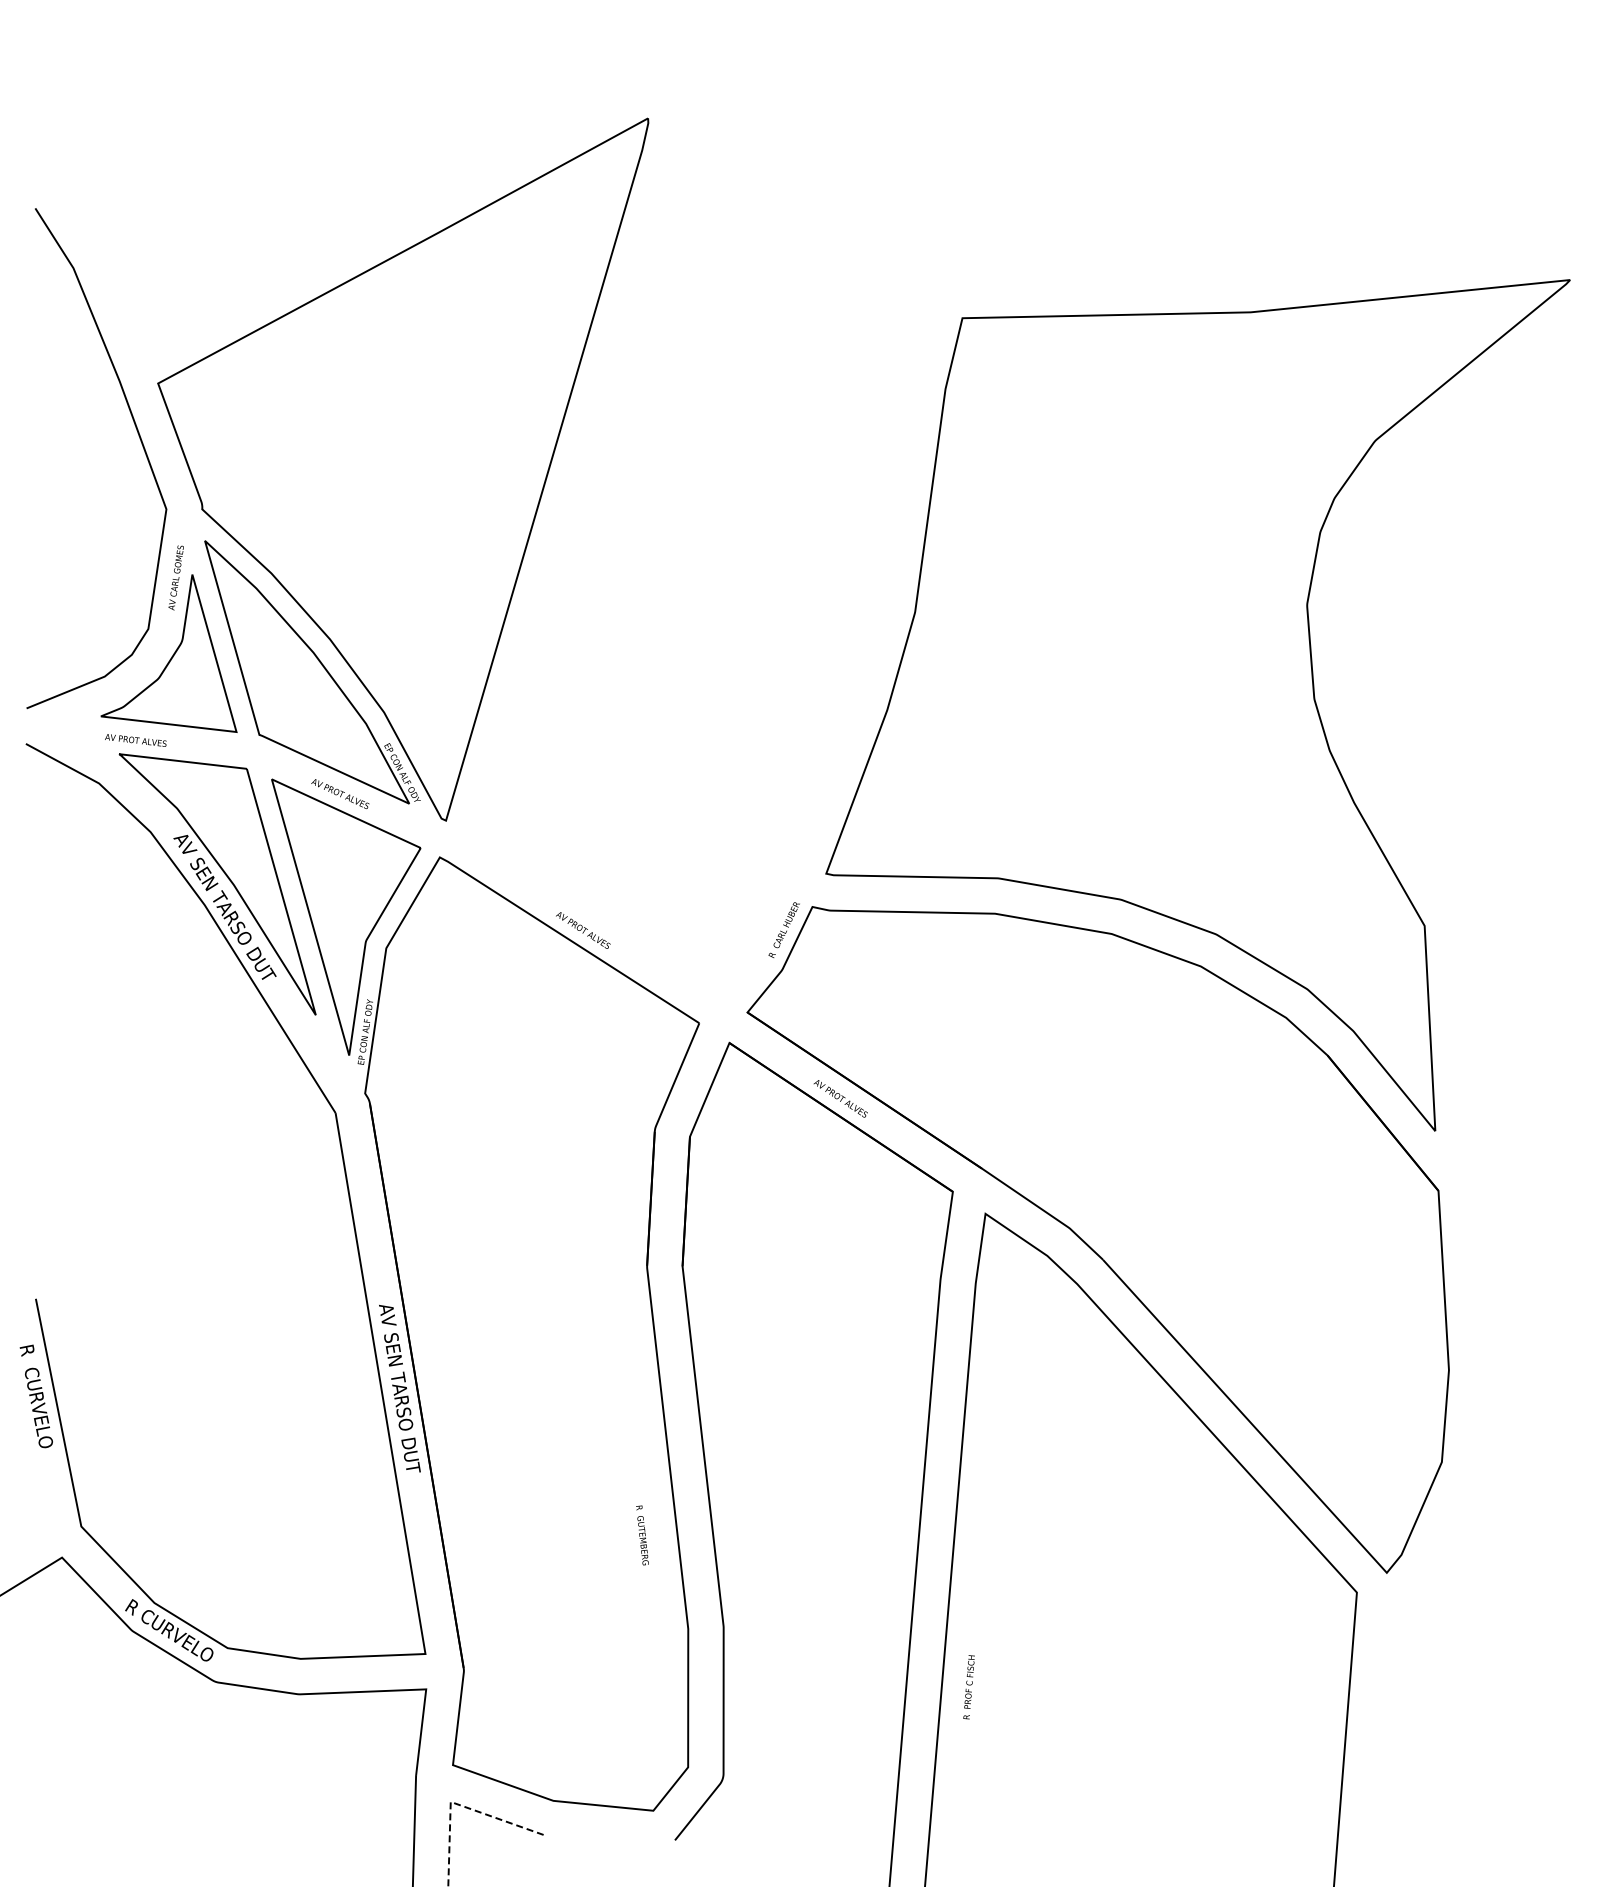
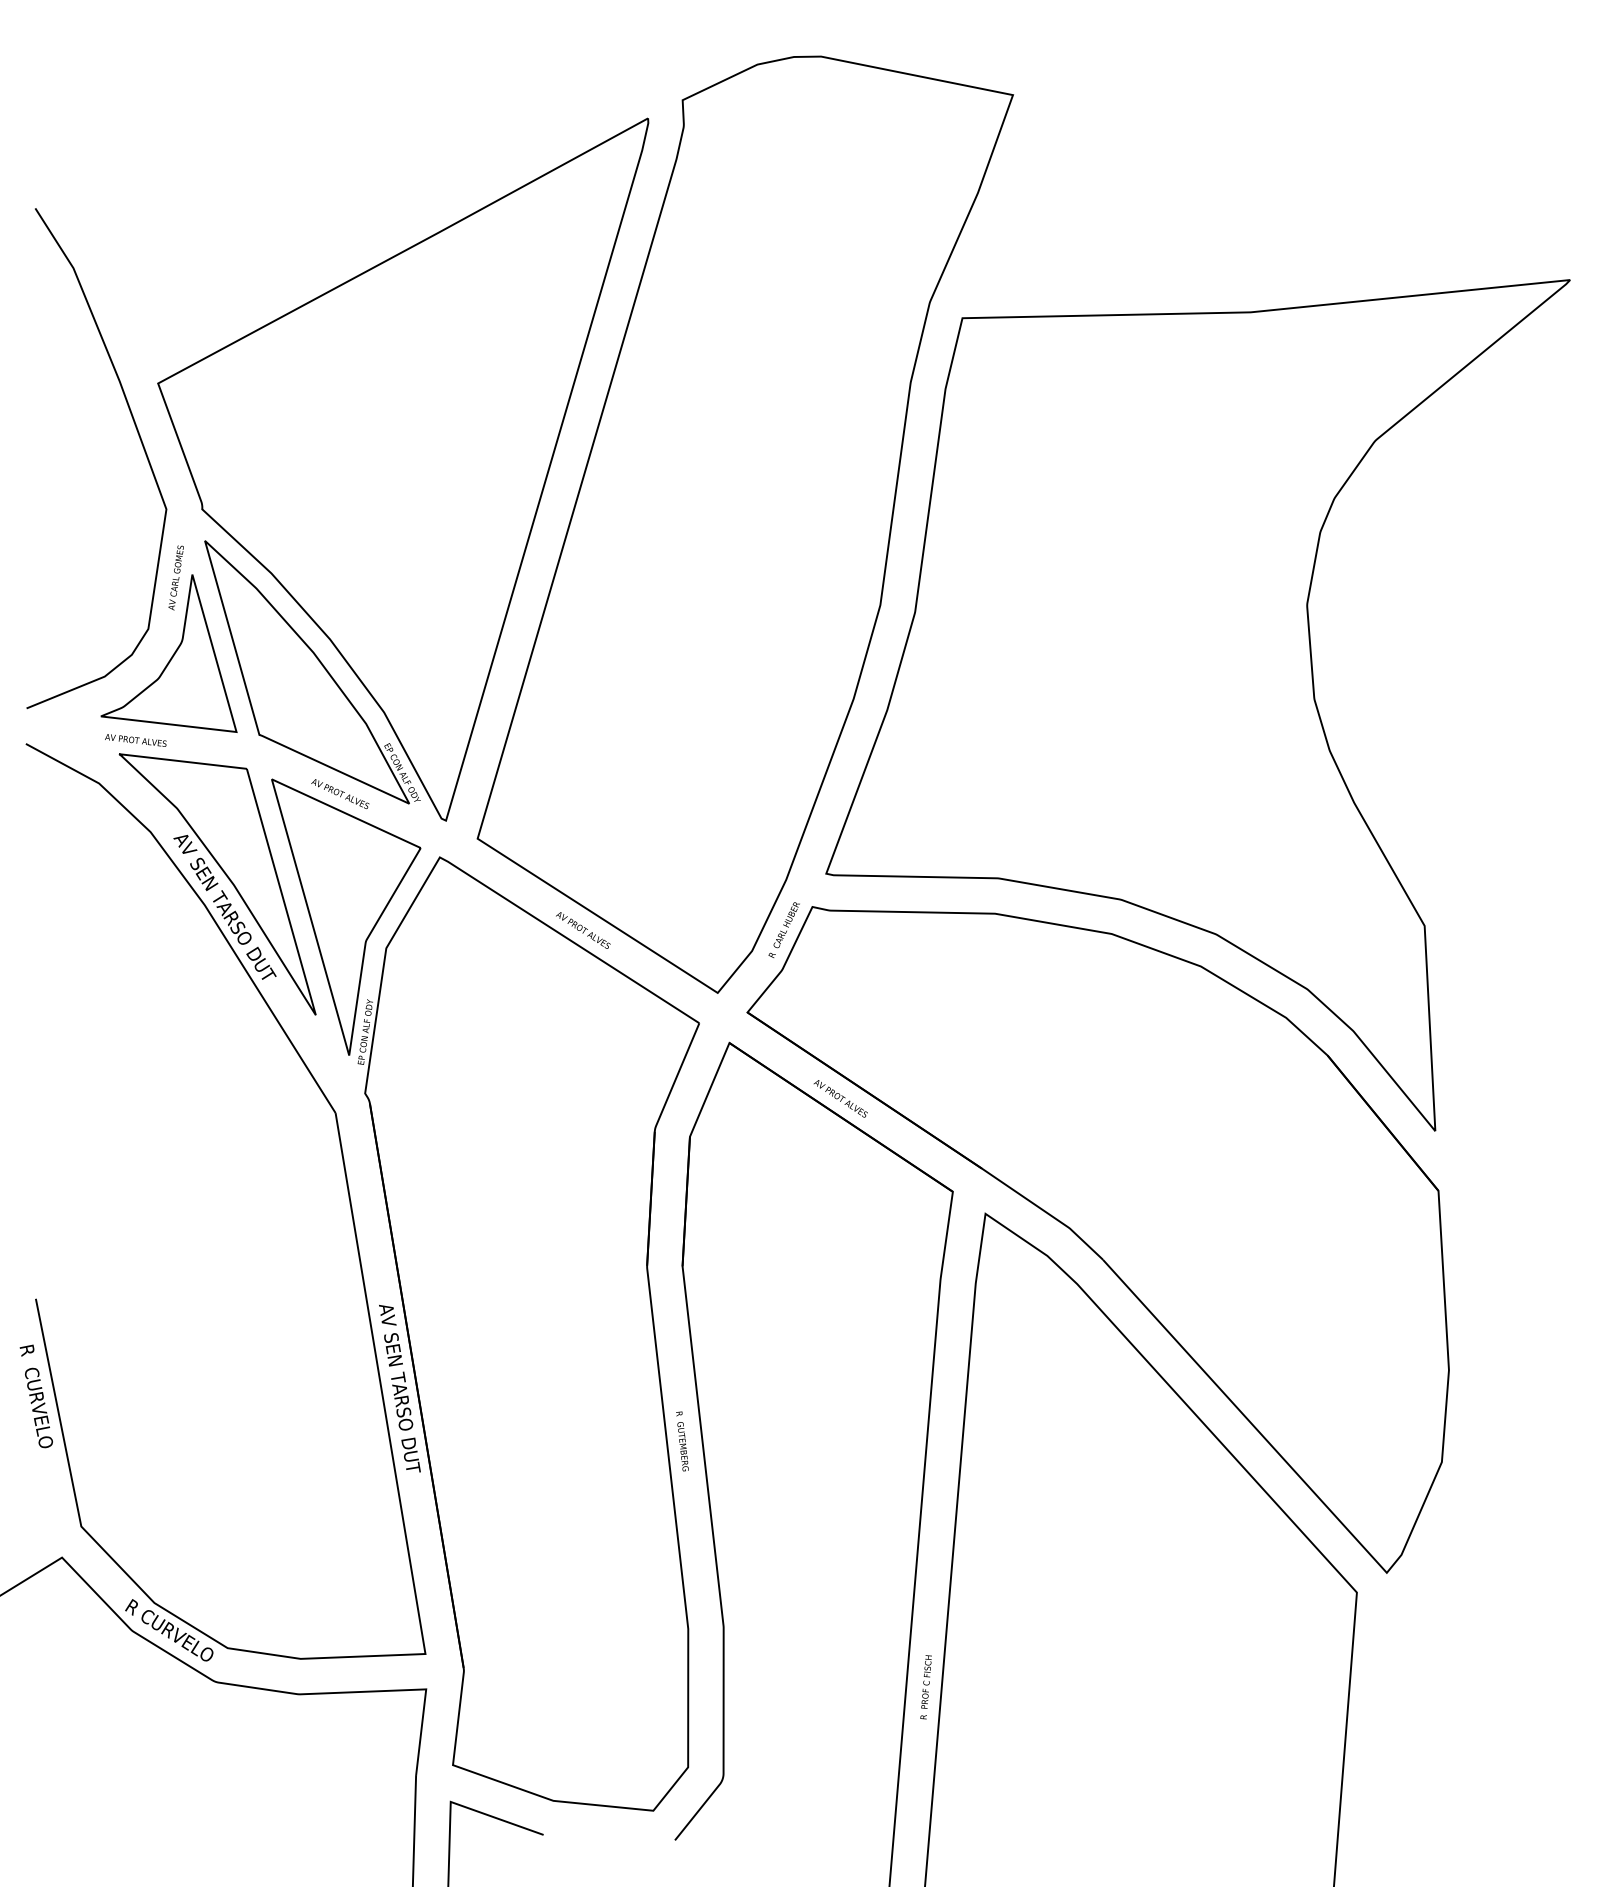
part at (745, 524): none -> present
text at (642, 1535) position: (642, 1535) -> (682, 1441)
text at (968, 1687) position: (968, 1687) -> (925, 1687)
line at (456, 1803): dashed -> solid
